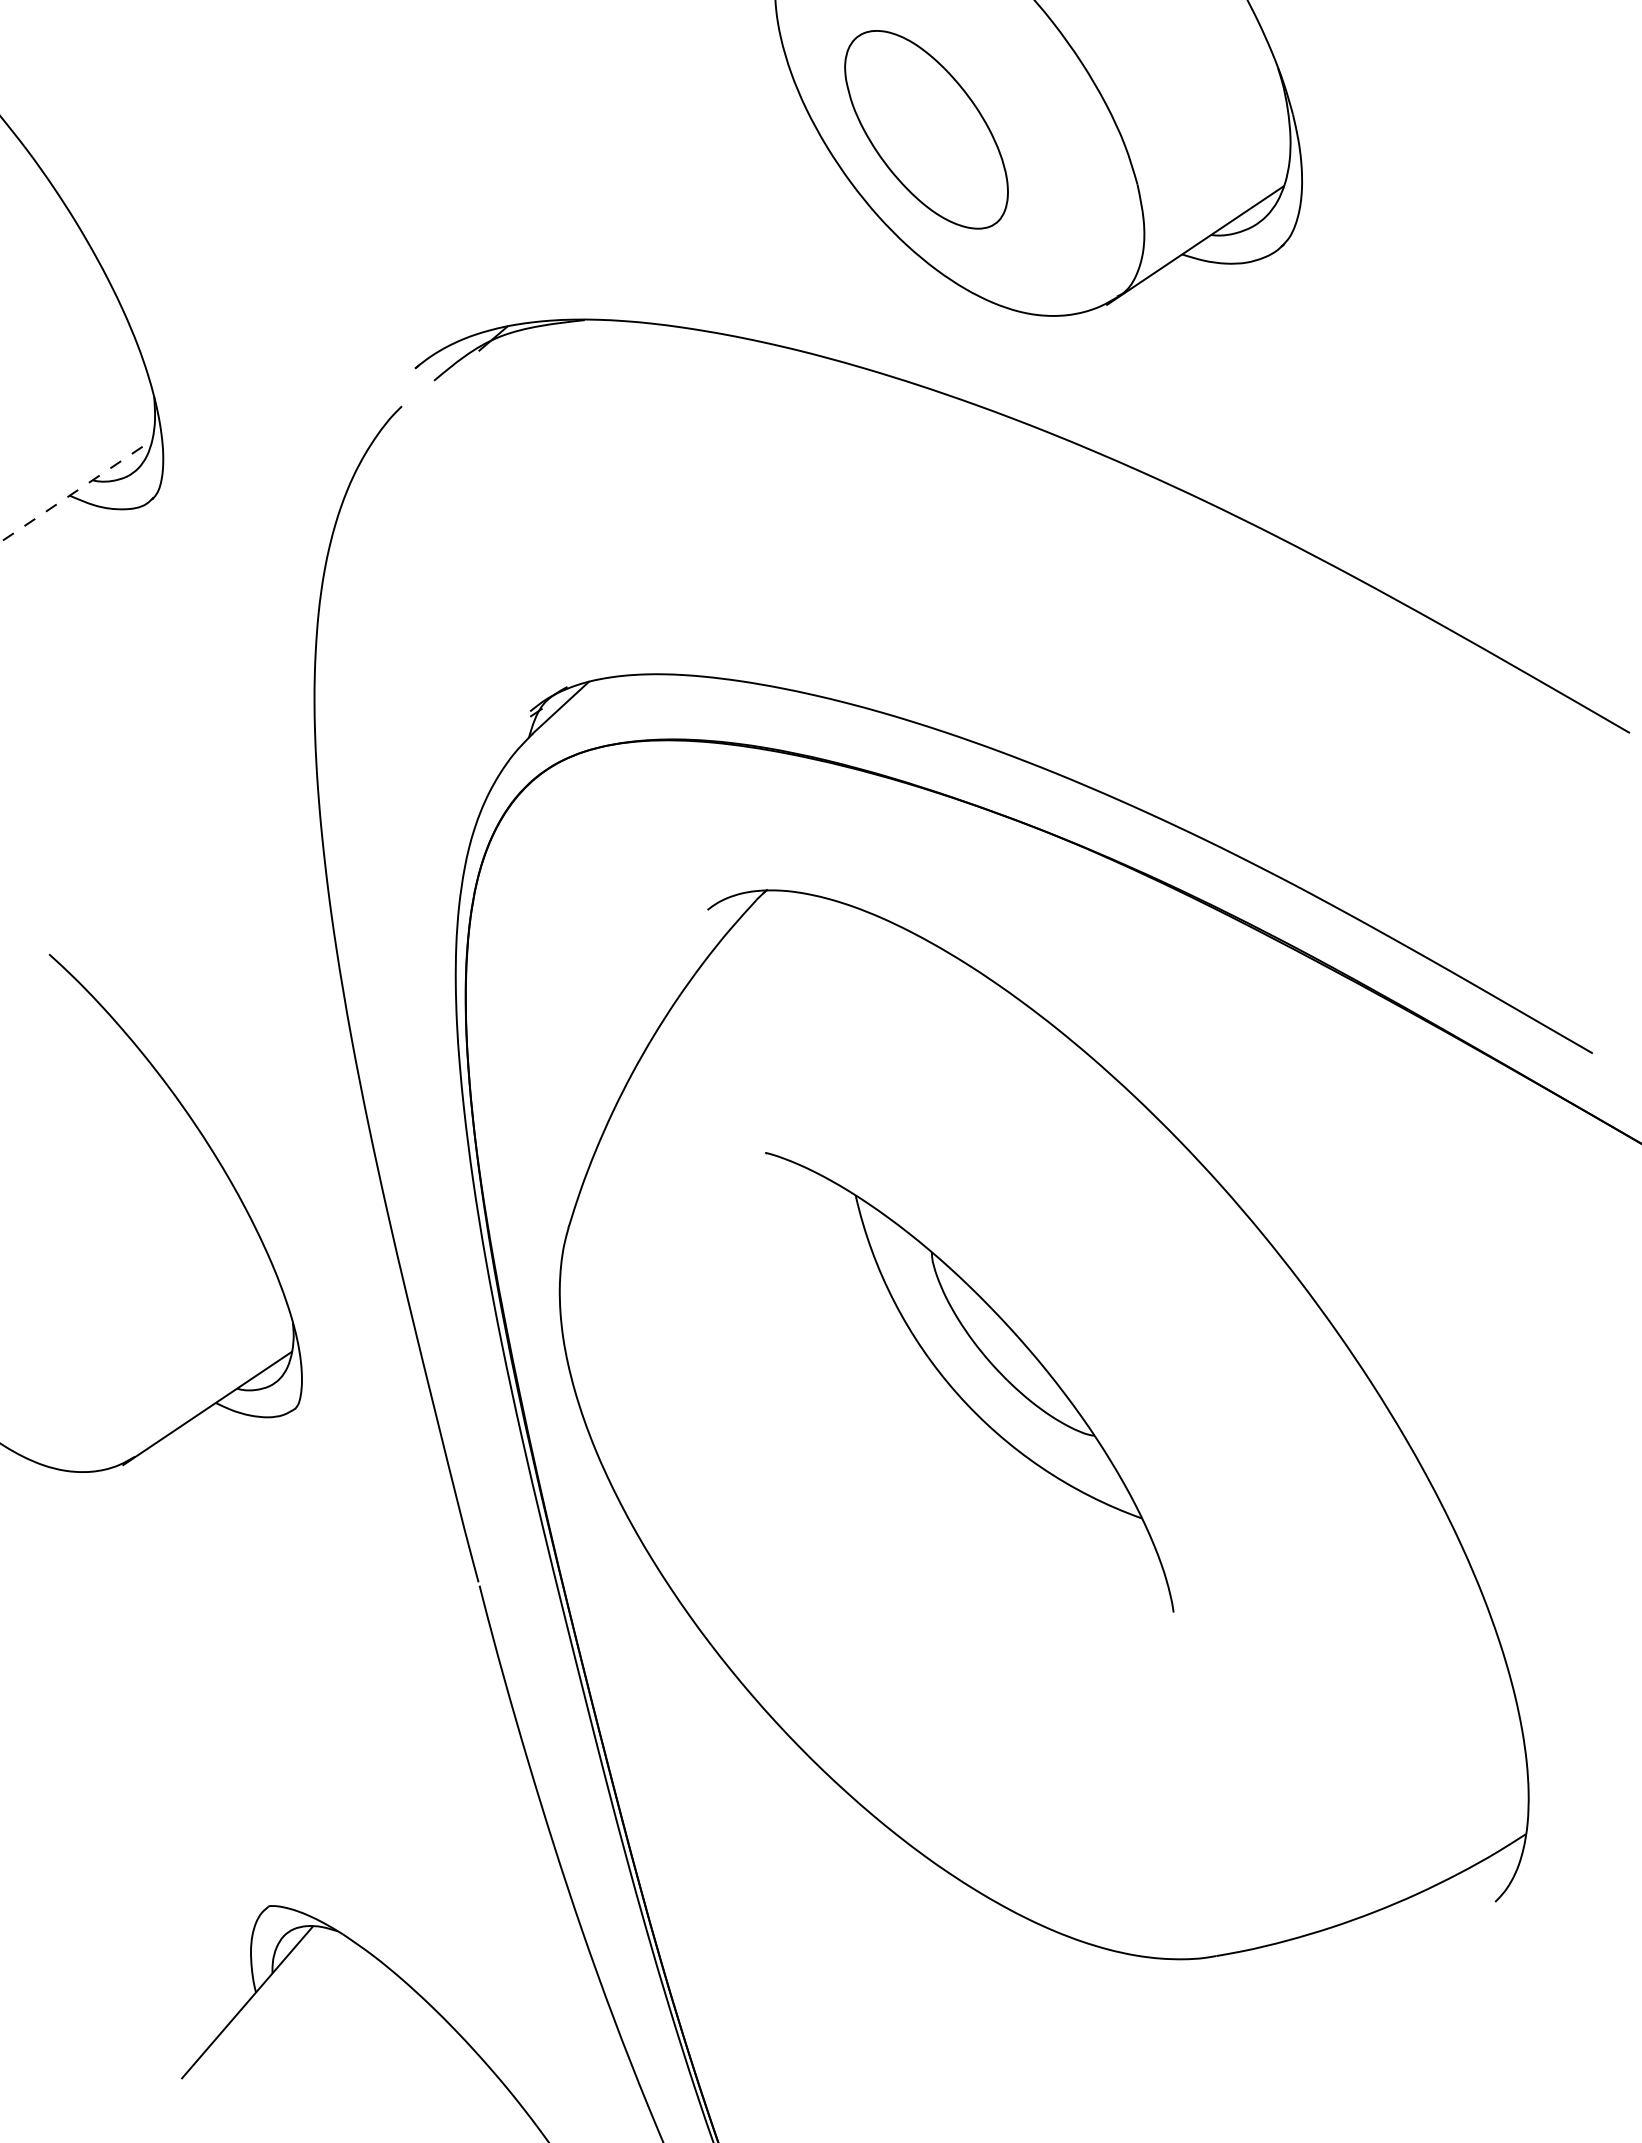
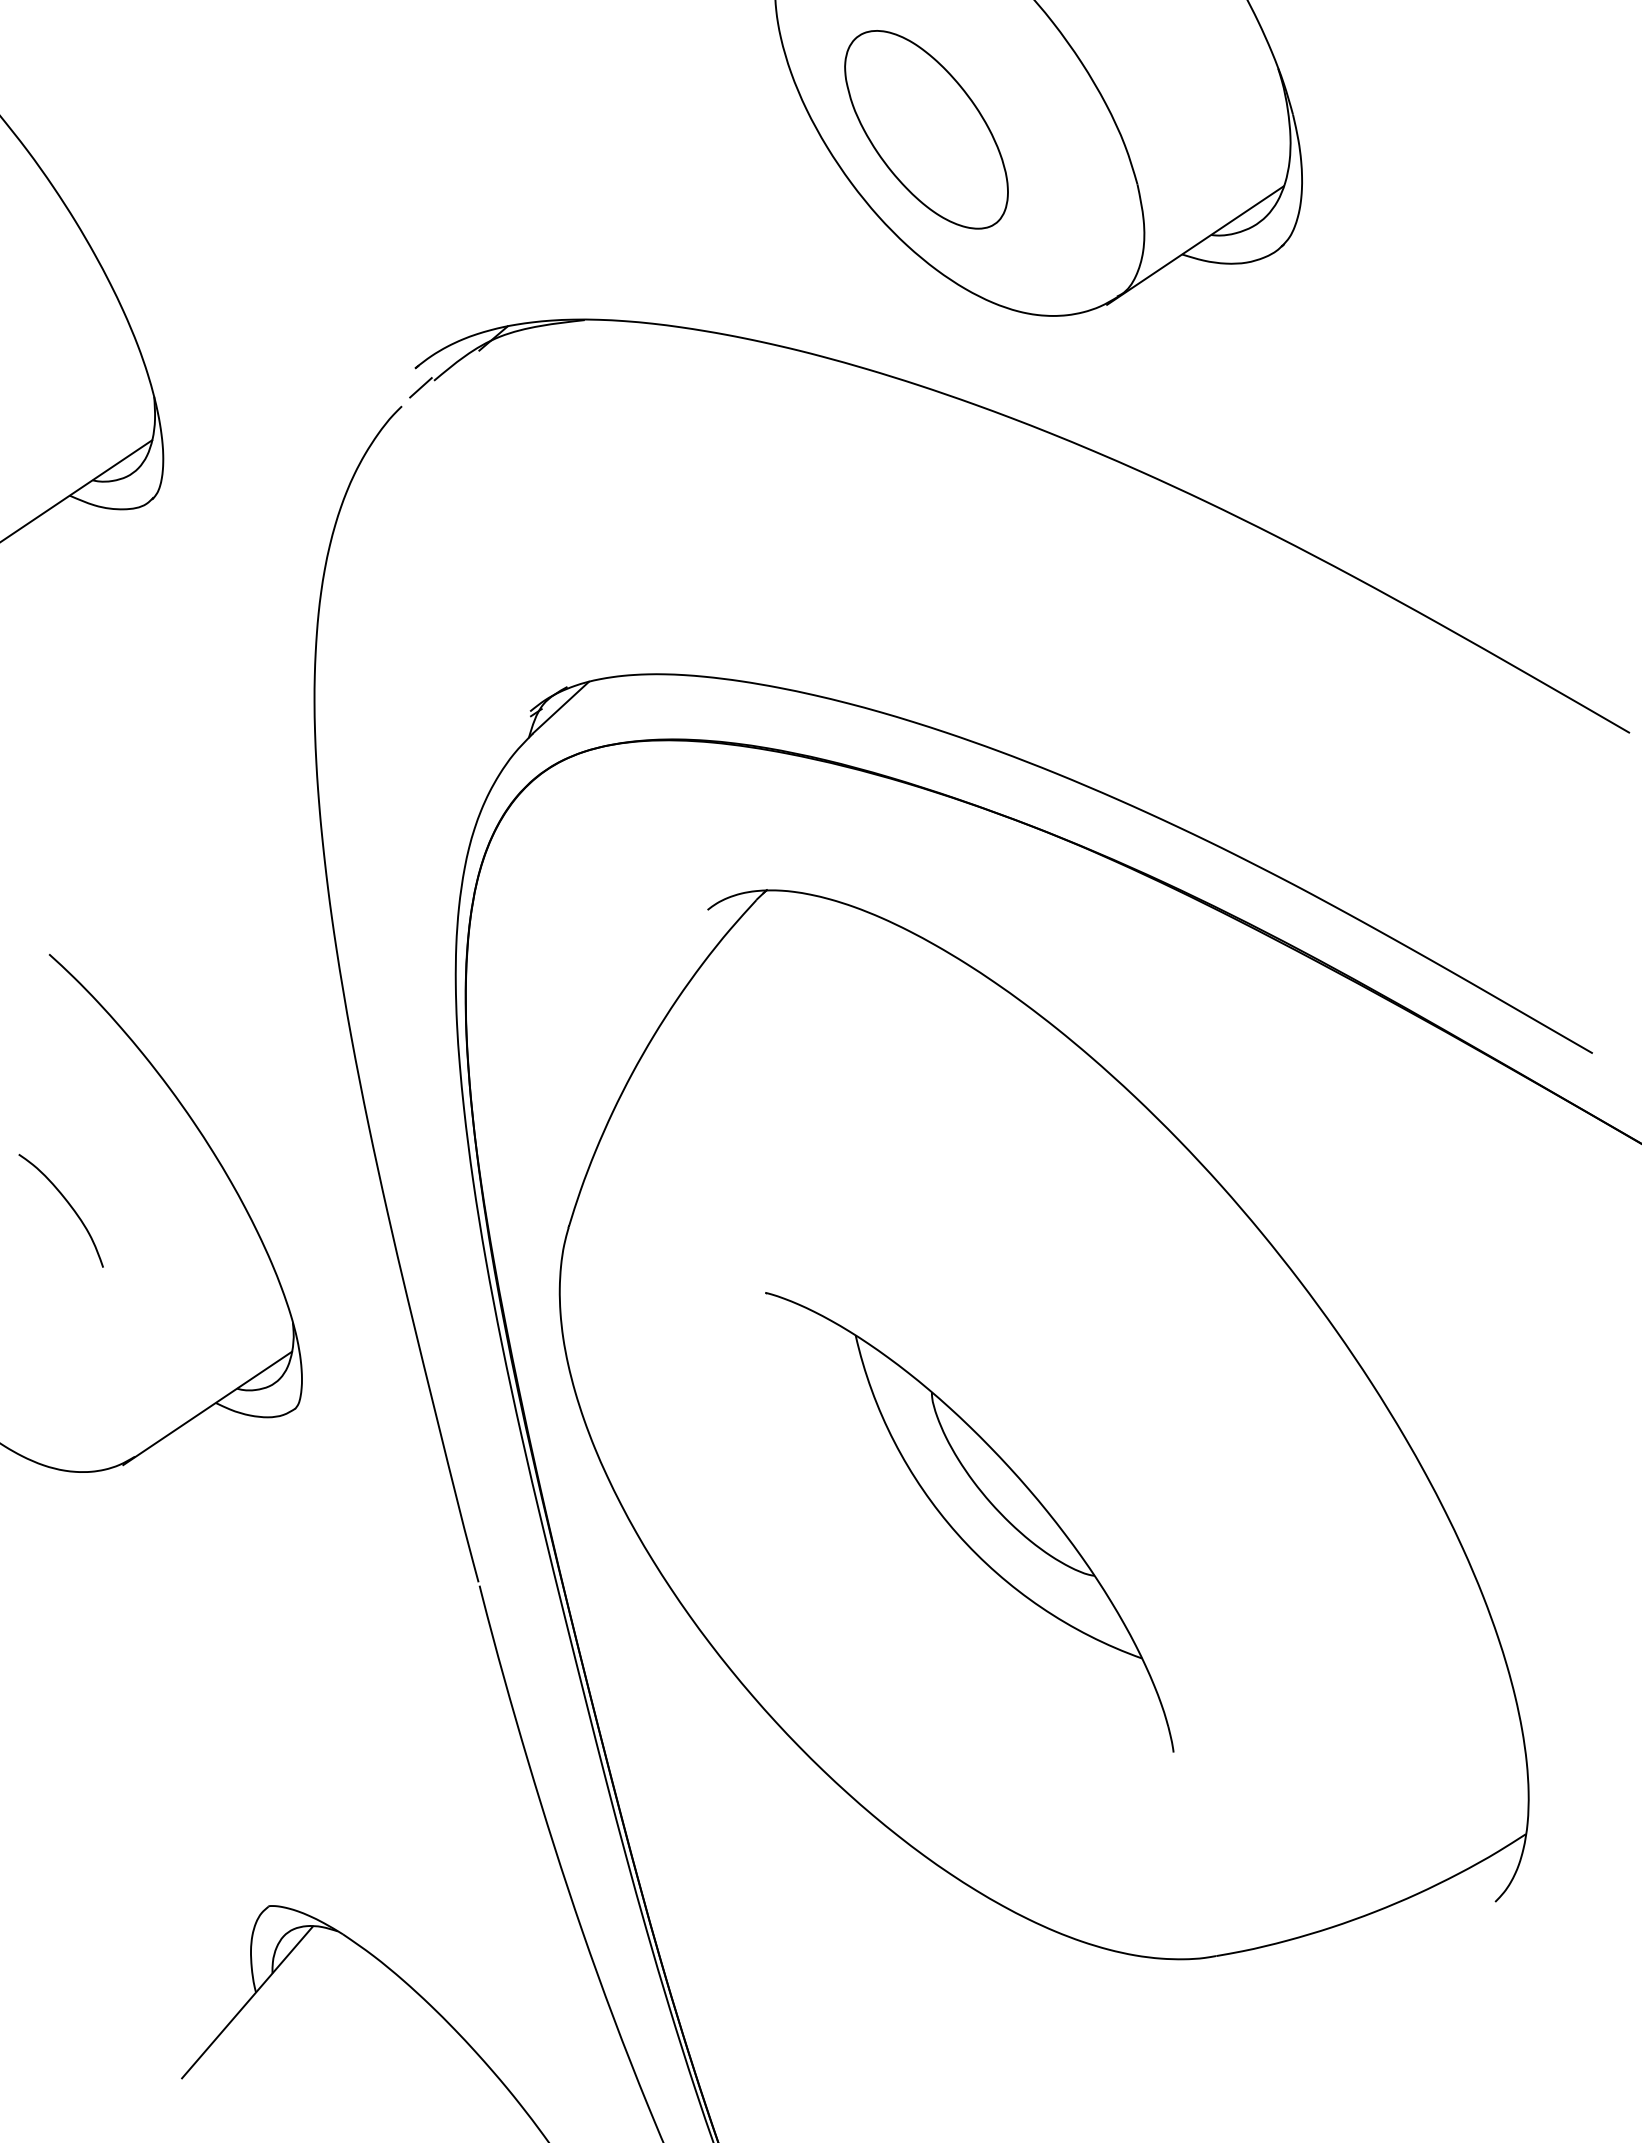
line at (420, 387): none -> present
line at (76, 490): dashed -> solid
curve at (67, 1203): none -> present
part at (969, 1382) position: (969, 1382) -> (969, 1522)
